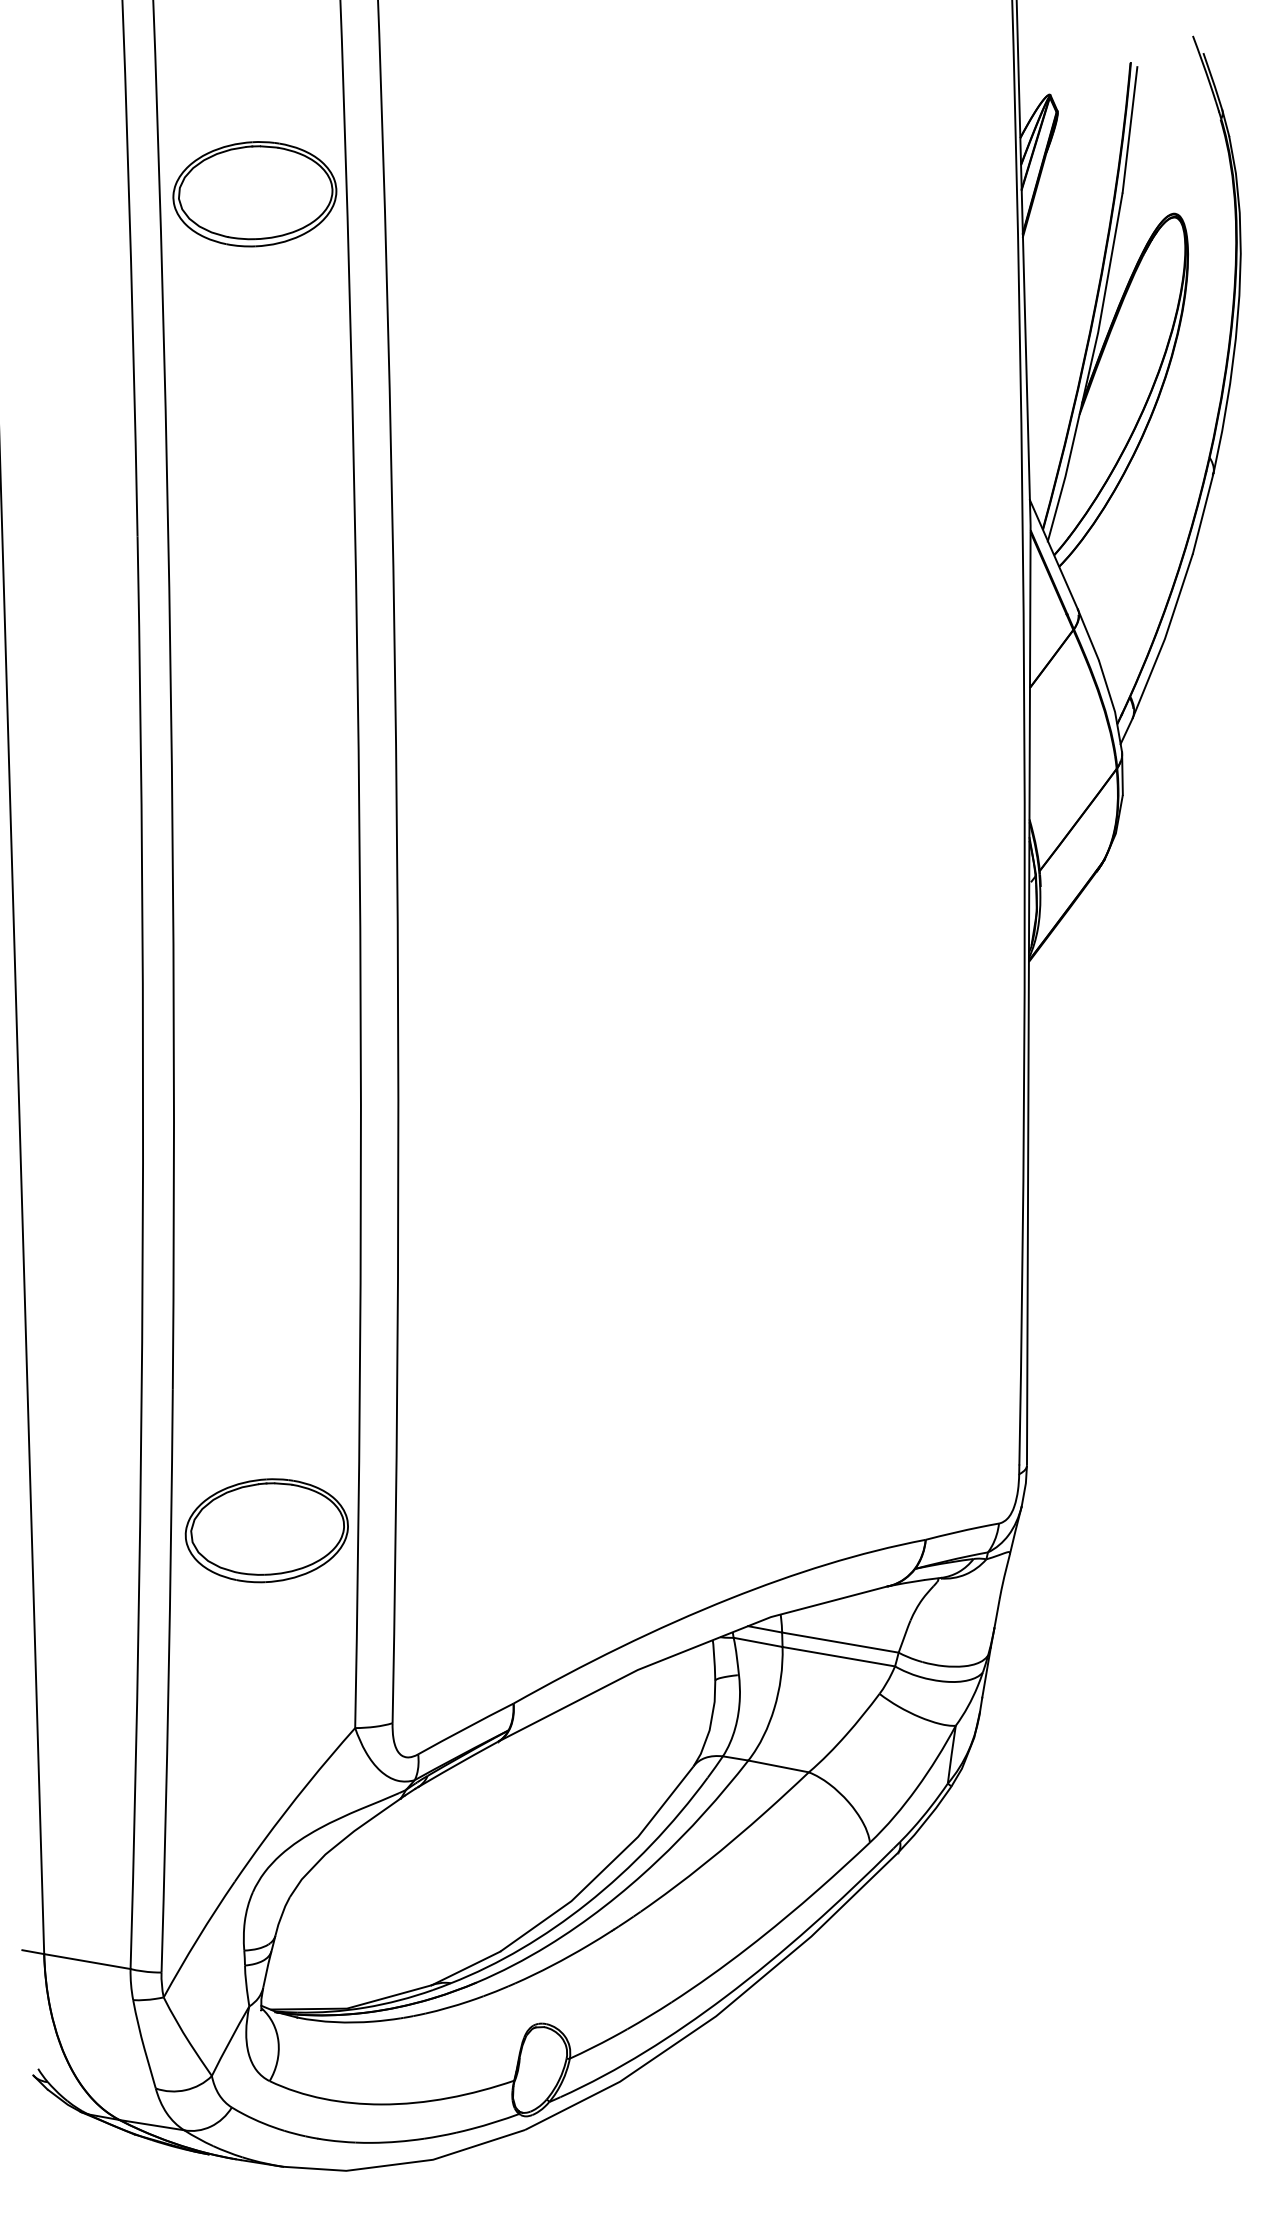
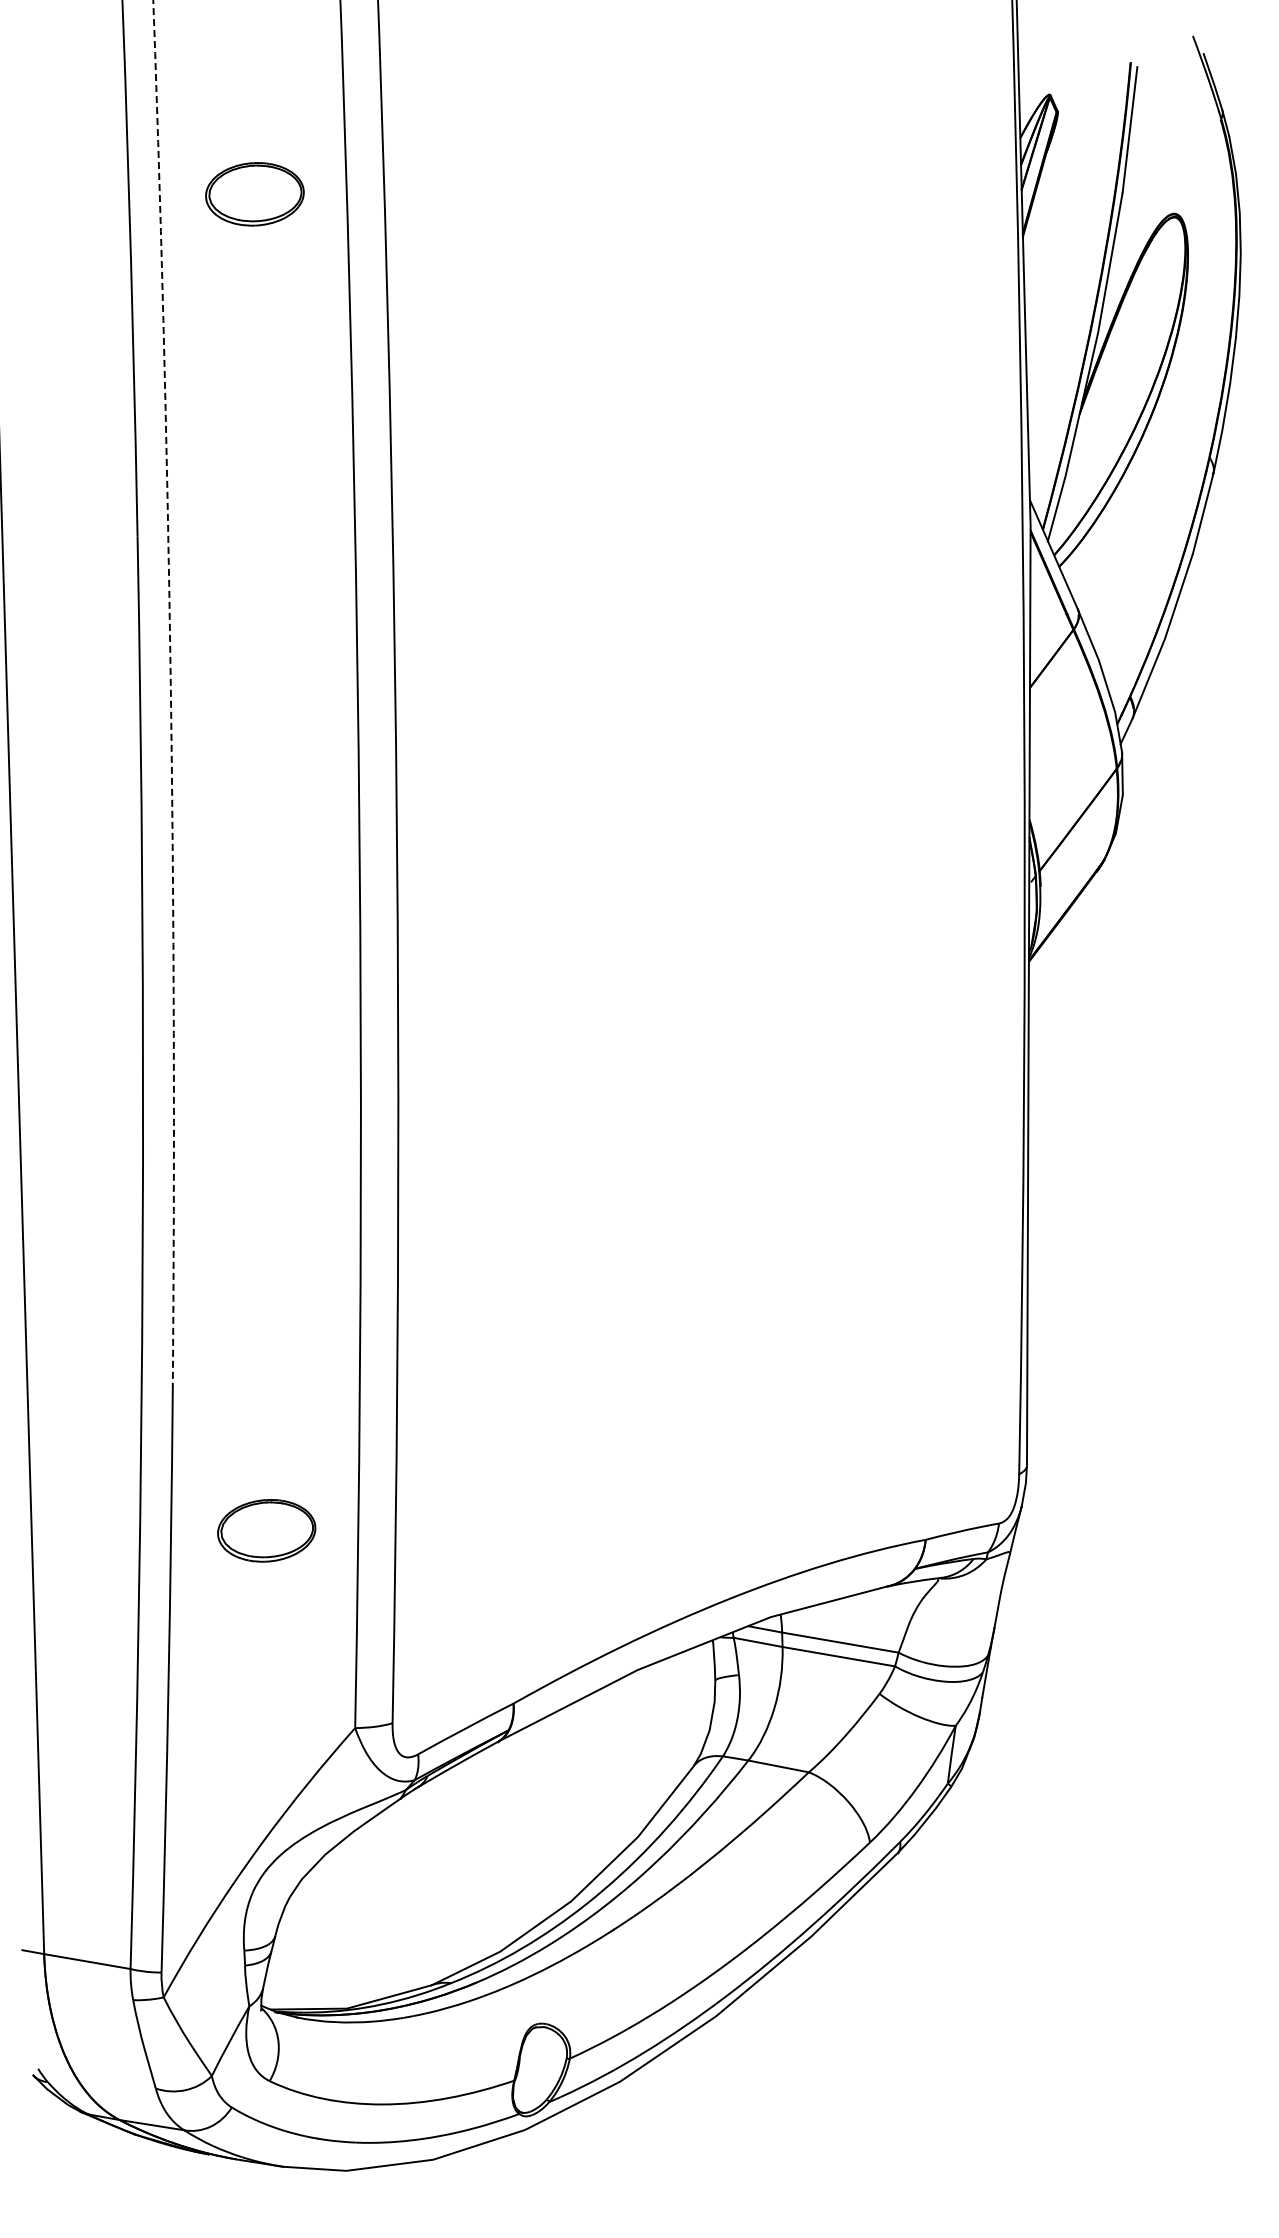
part at (254, 194) size: 166x107 px -> 100x65 px
arc at (170, 693): solid -> dashed
part at (266, 1530) size: 165x106 px -> 100x64 px
